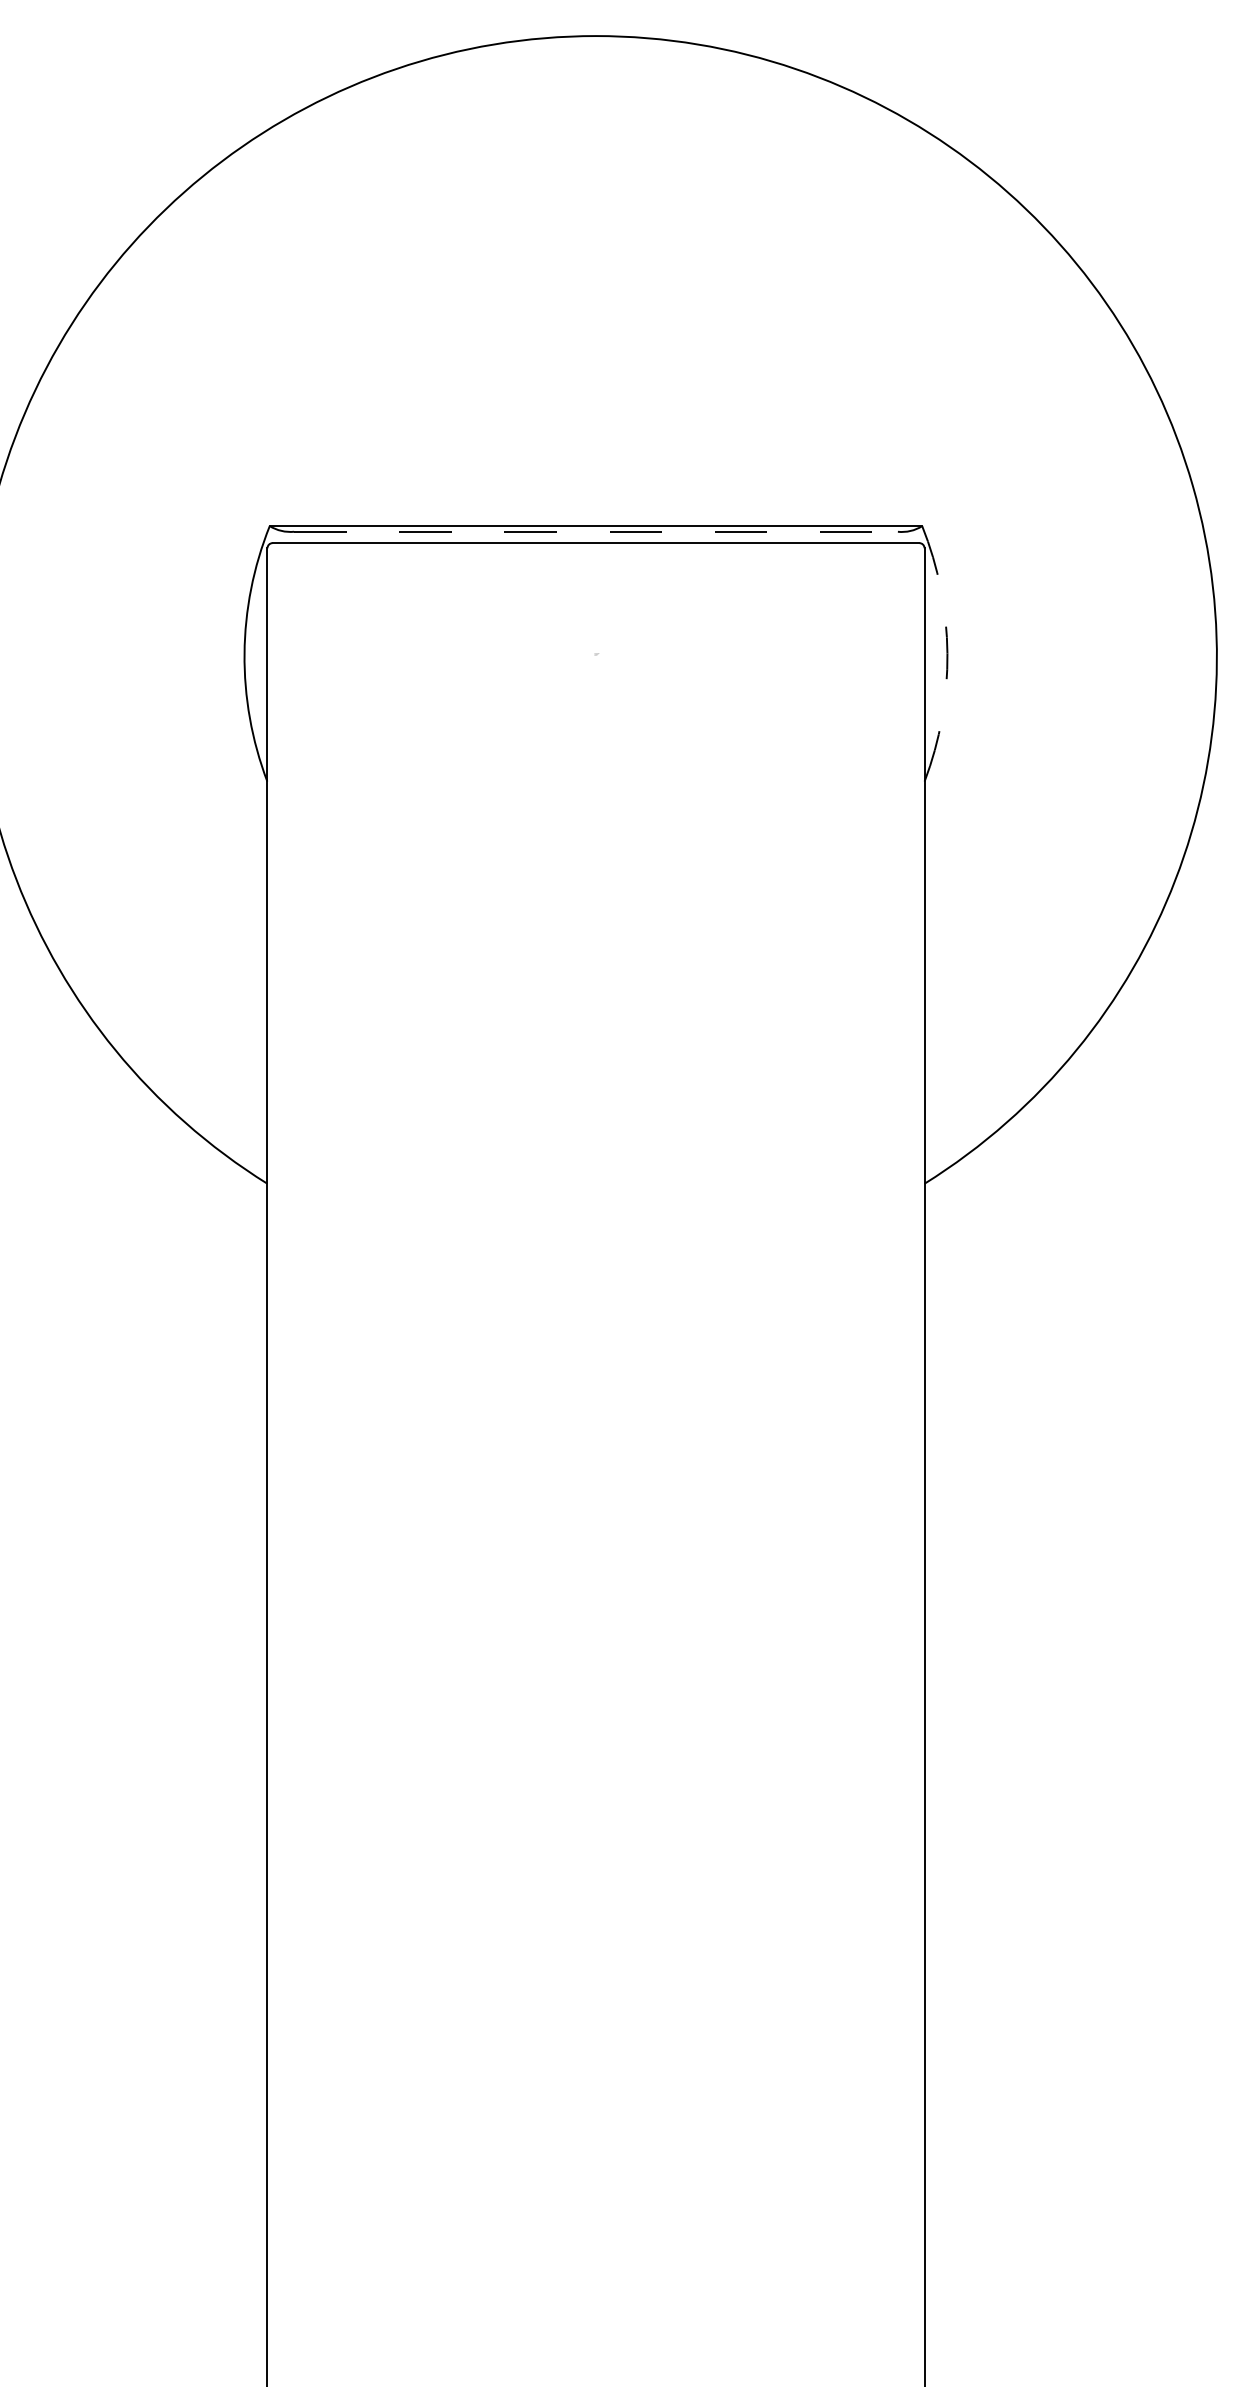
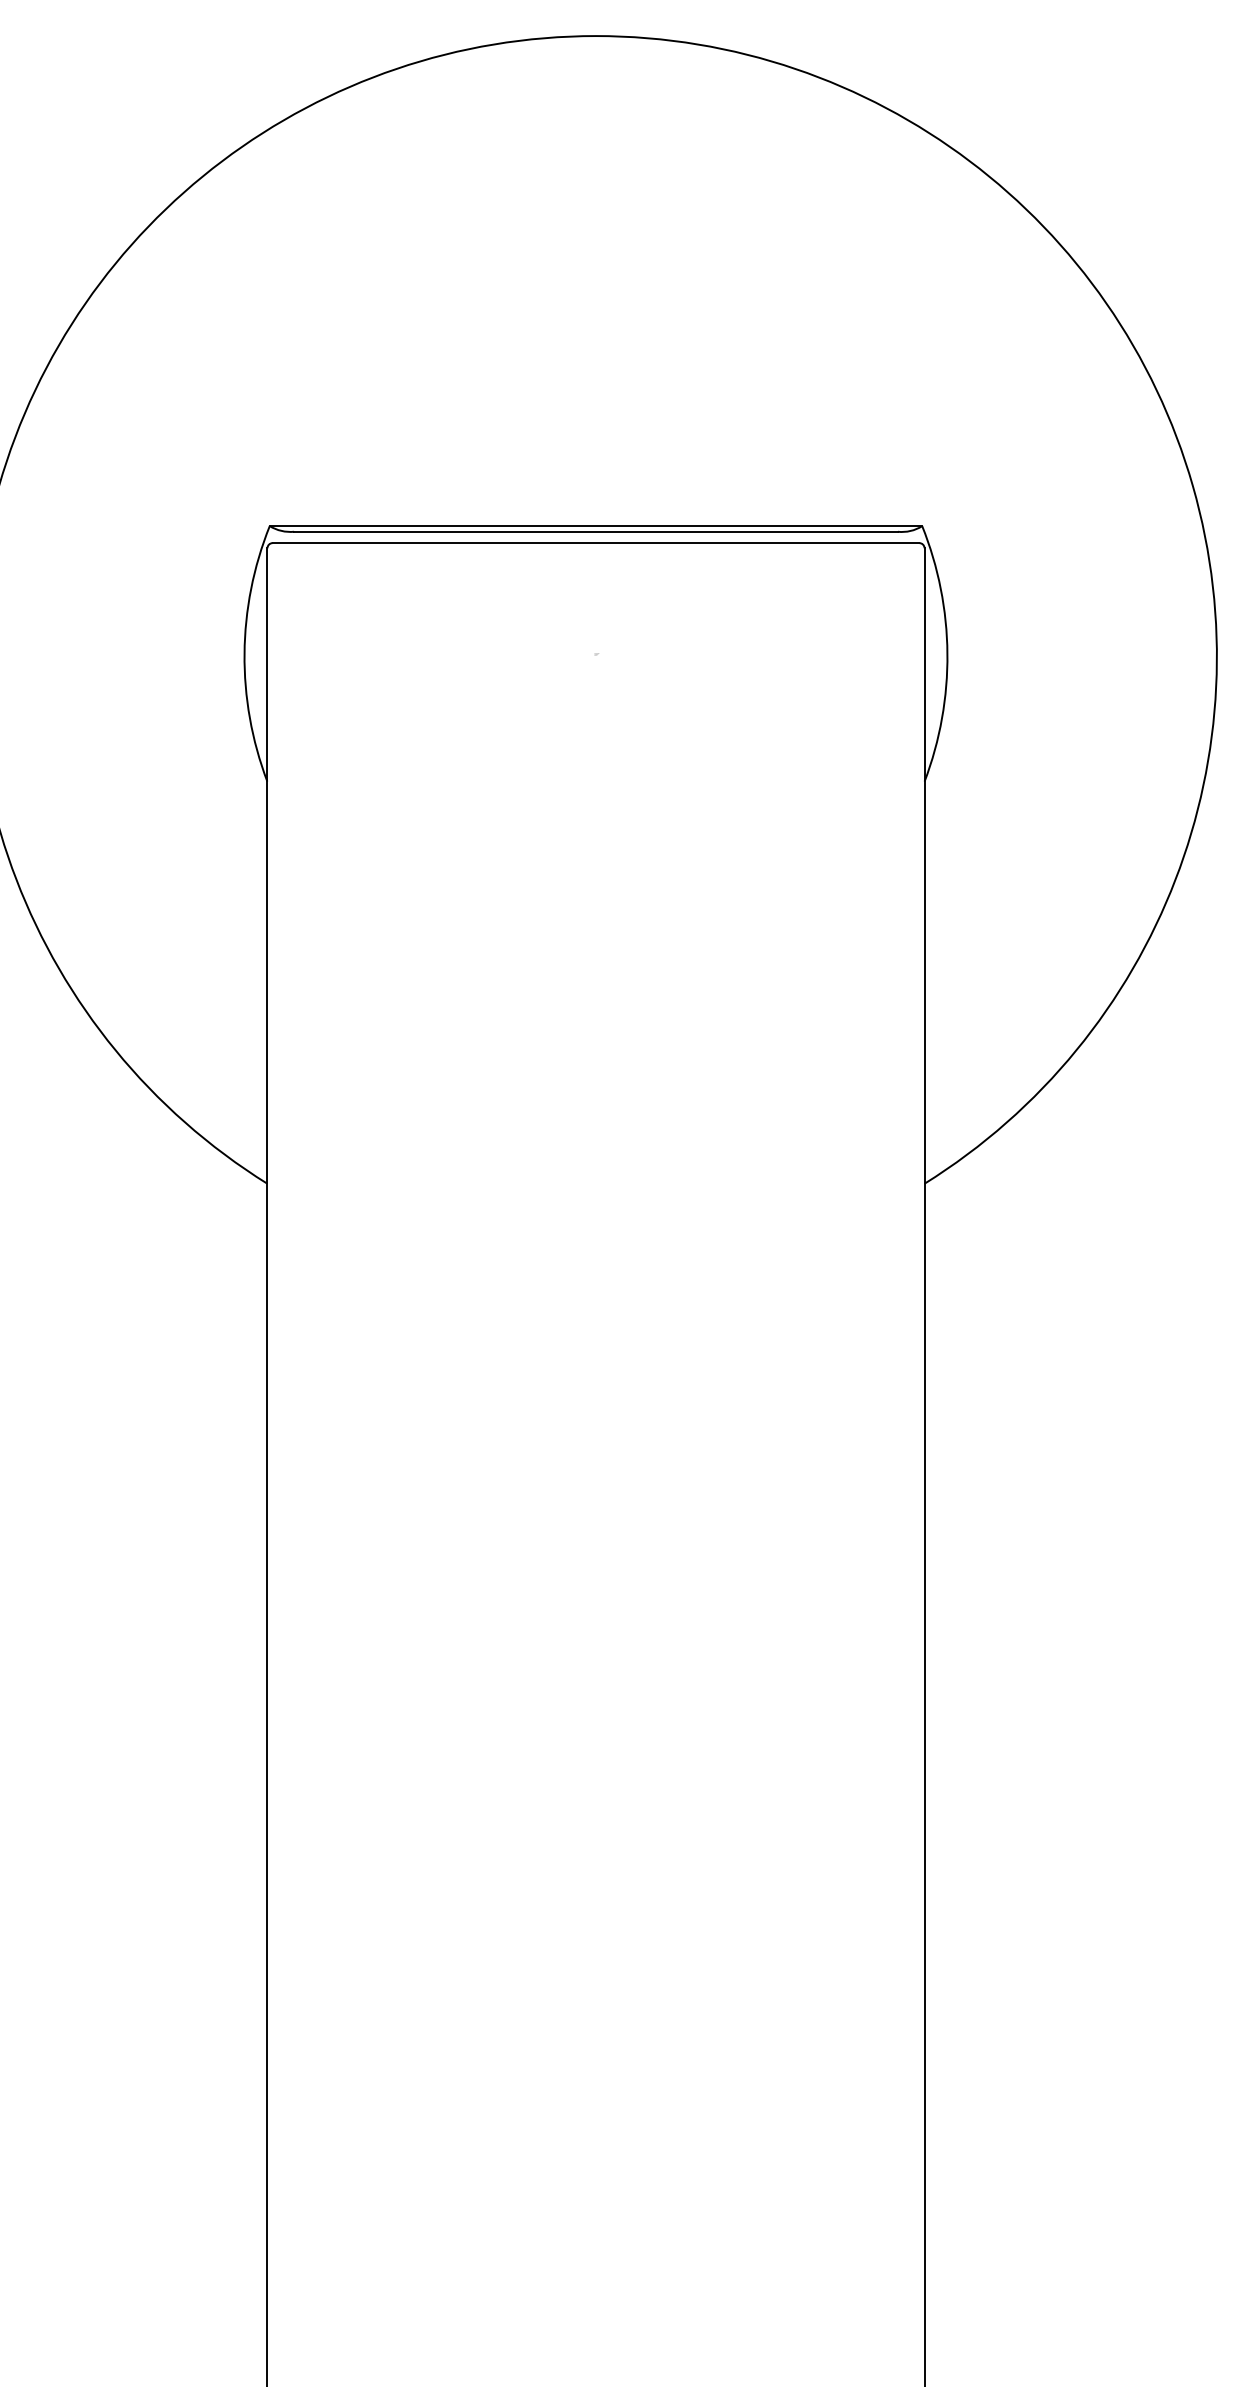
line at (595, 531): dashed -> solid
arc at (947, 653): dashed -> solid
